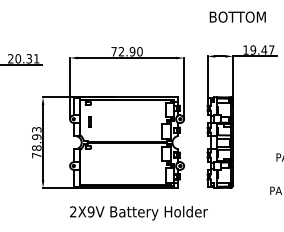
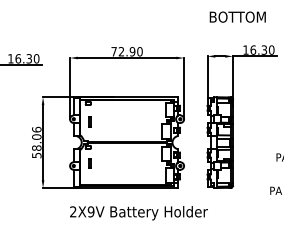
text at (262, 49): 19.47 -> 16.30
text at (23, 58): 20.31 -> 16.30
text at (36, 142): 78.93 -> 58.06
part at (89, 163): none -> present
